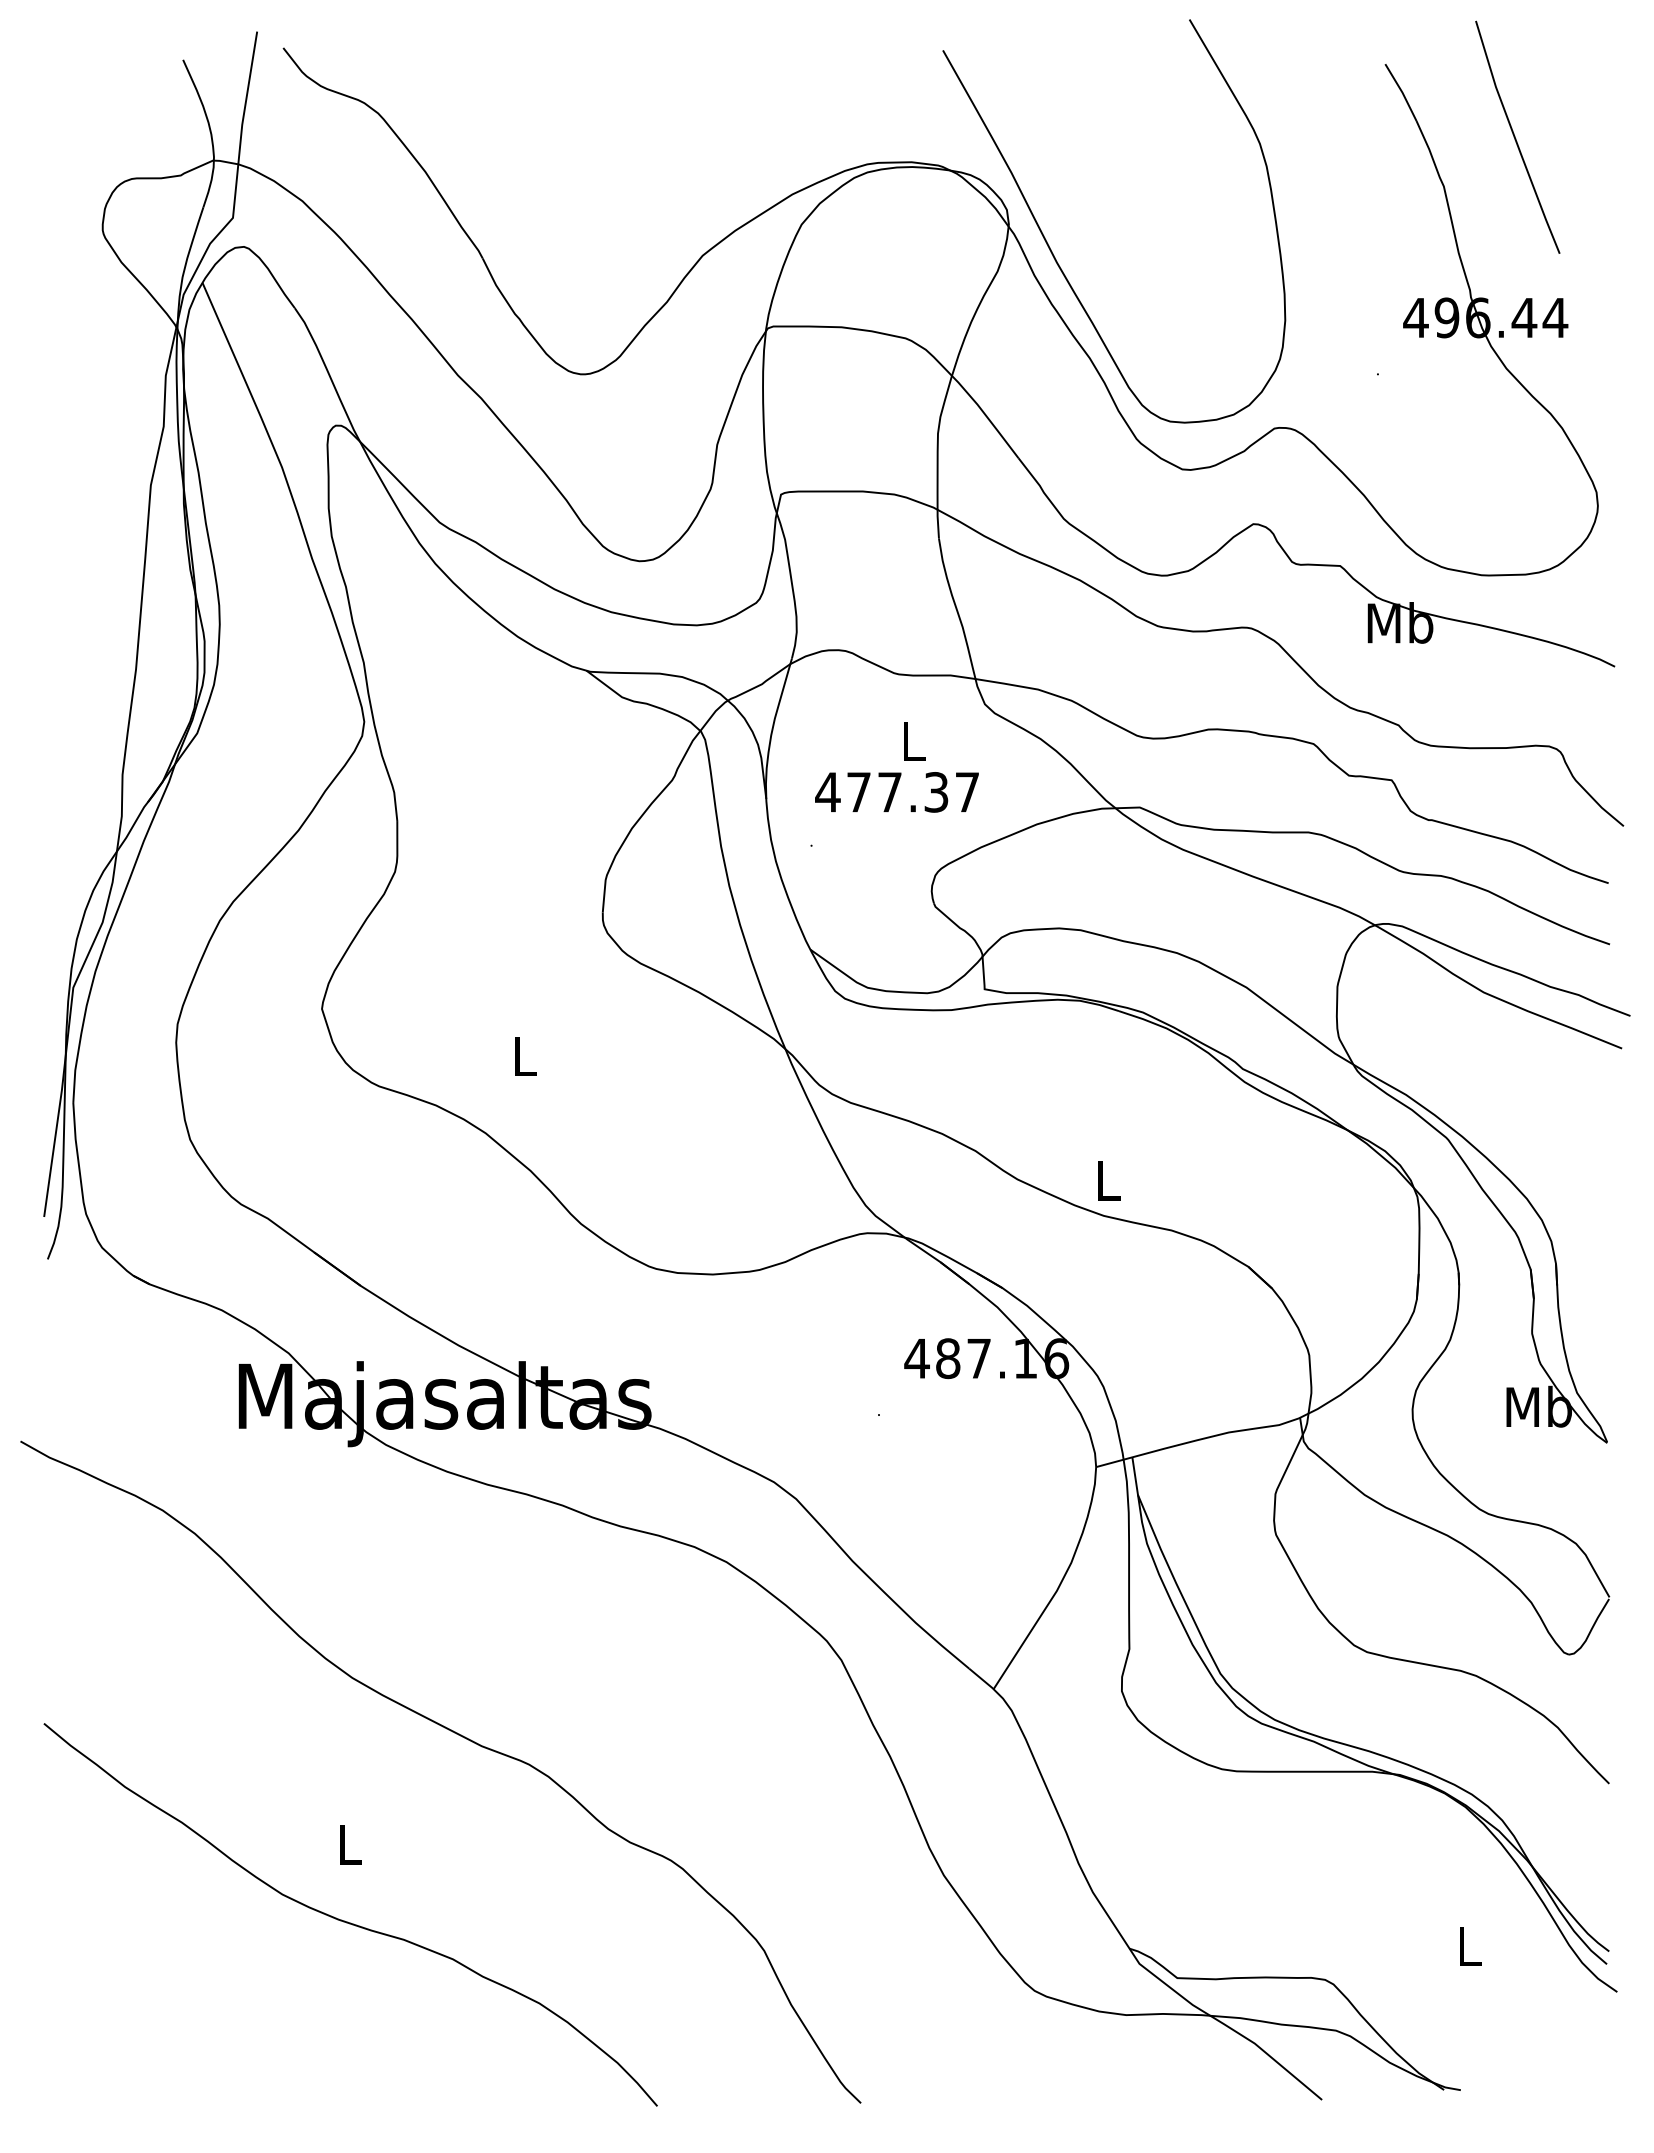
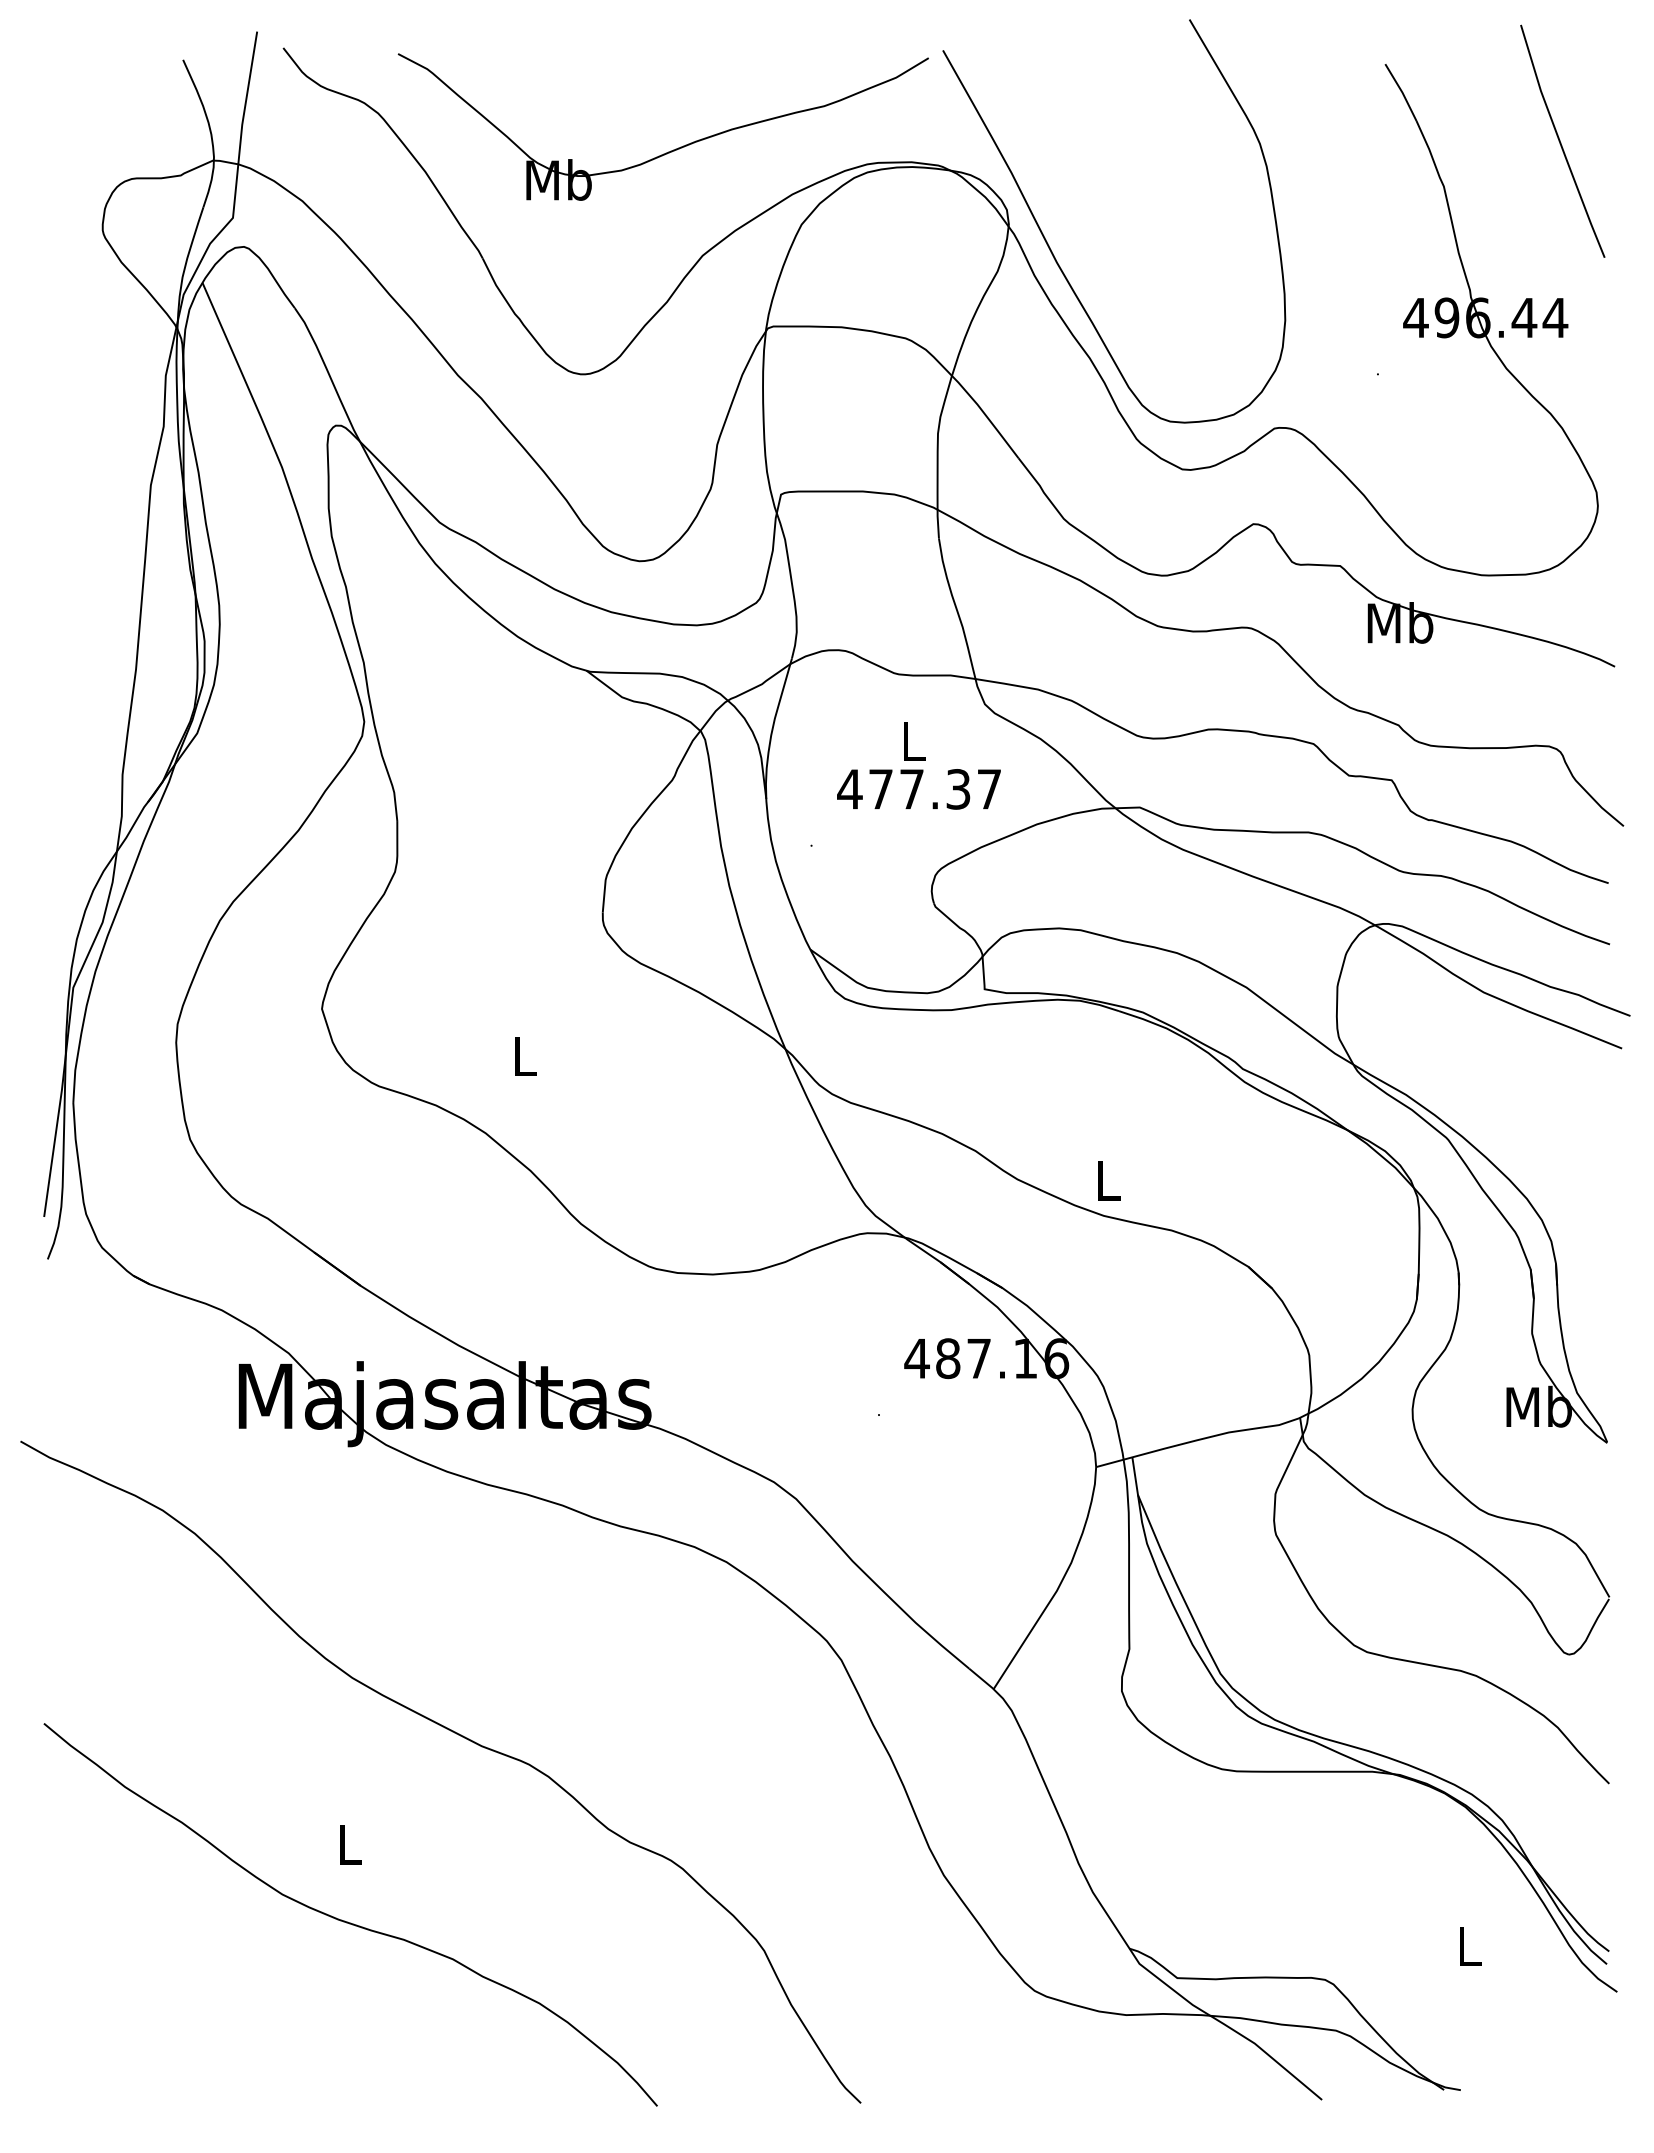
line at (1515, 136) position: (1515, 136) -> (1560, 140)
part at (670, 150): none -> present
text at (896, 792) position: (896, 792) -> (918, 789)
